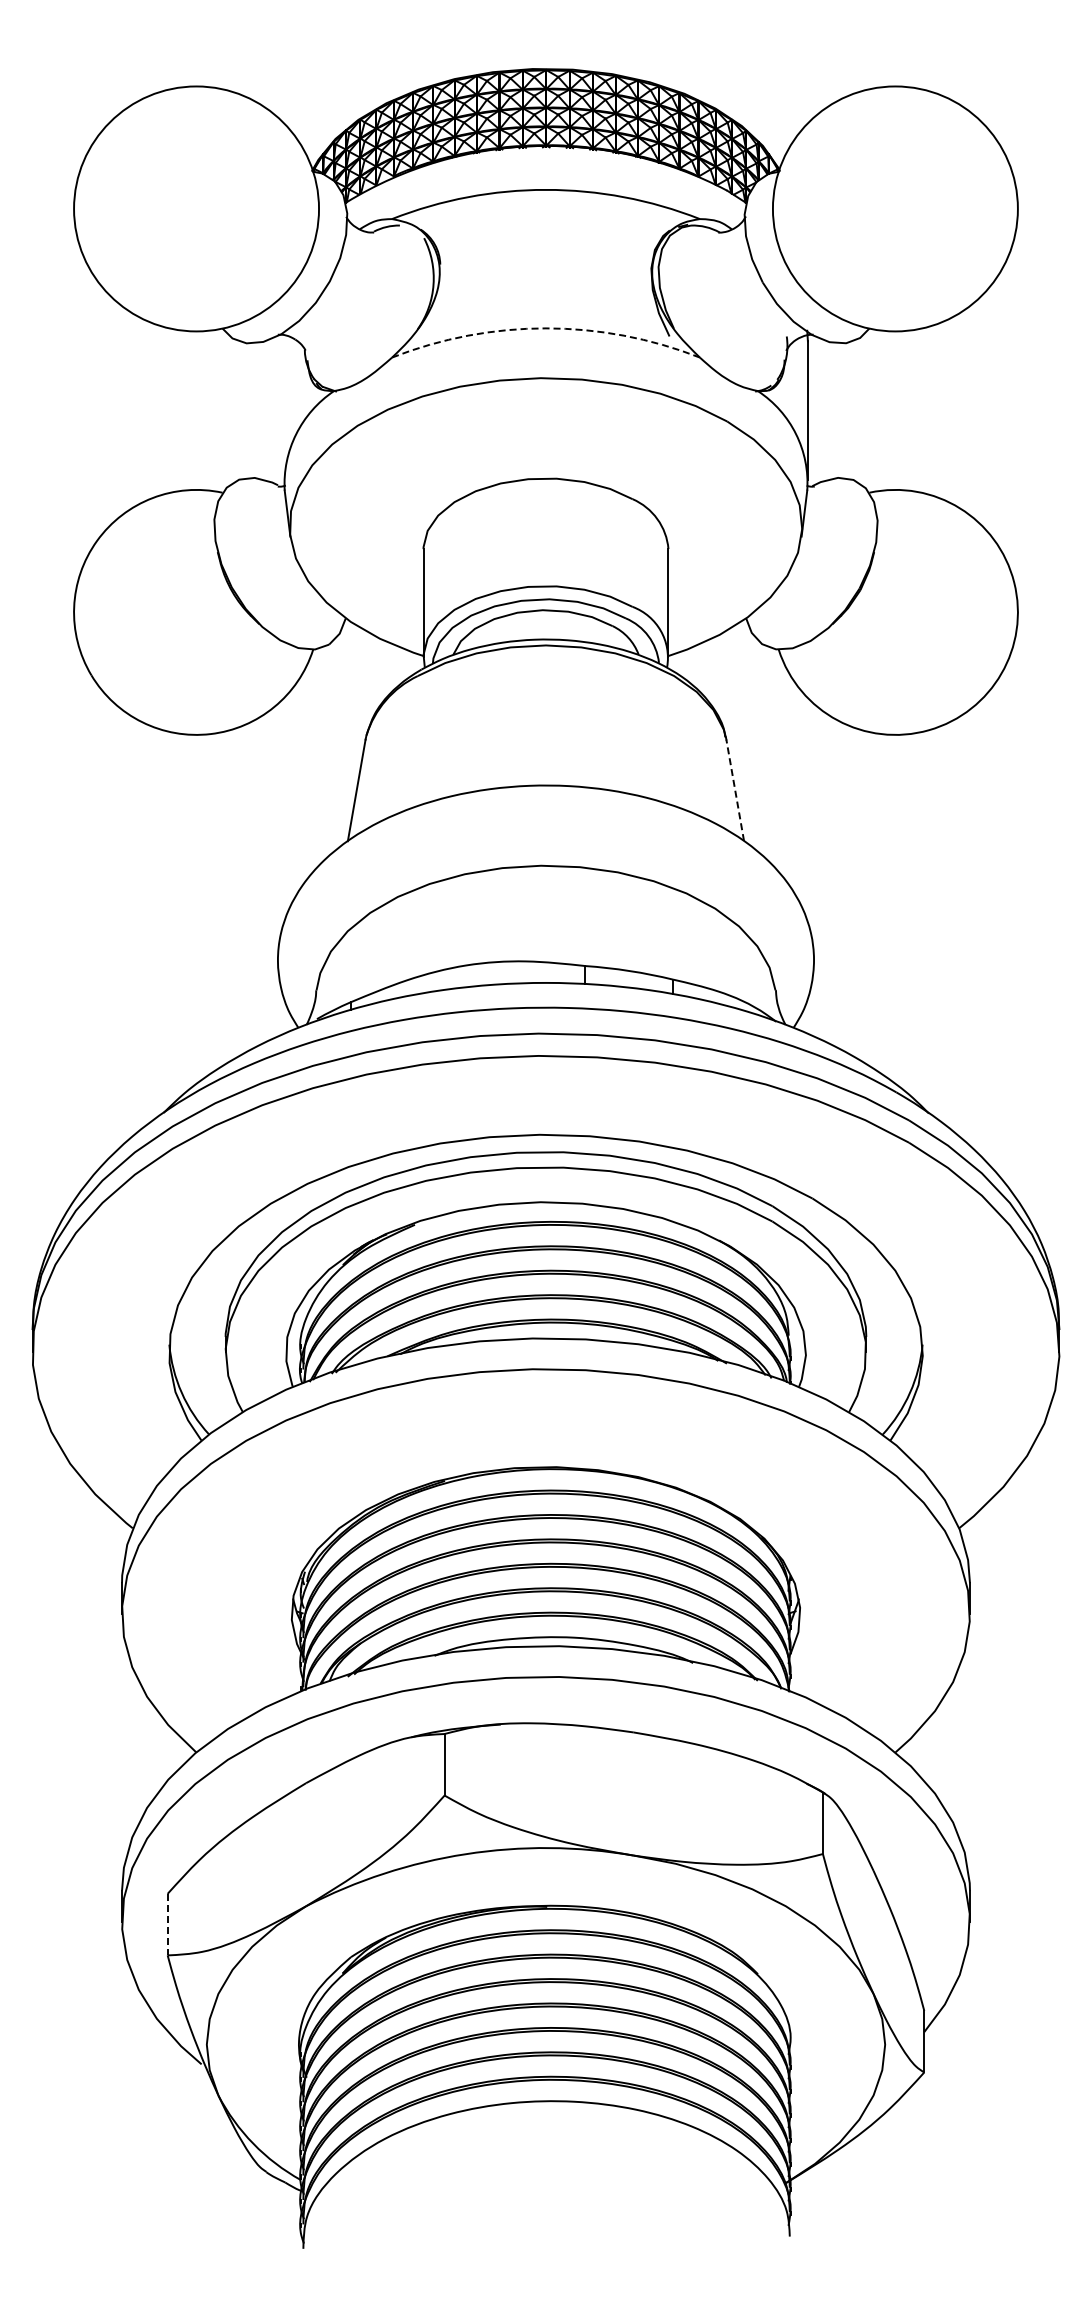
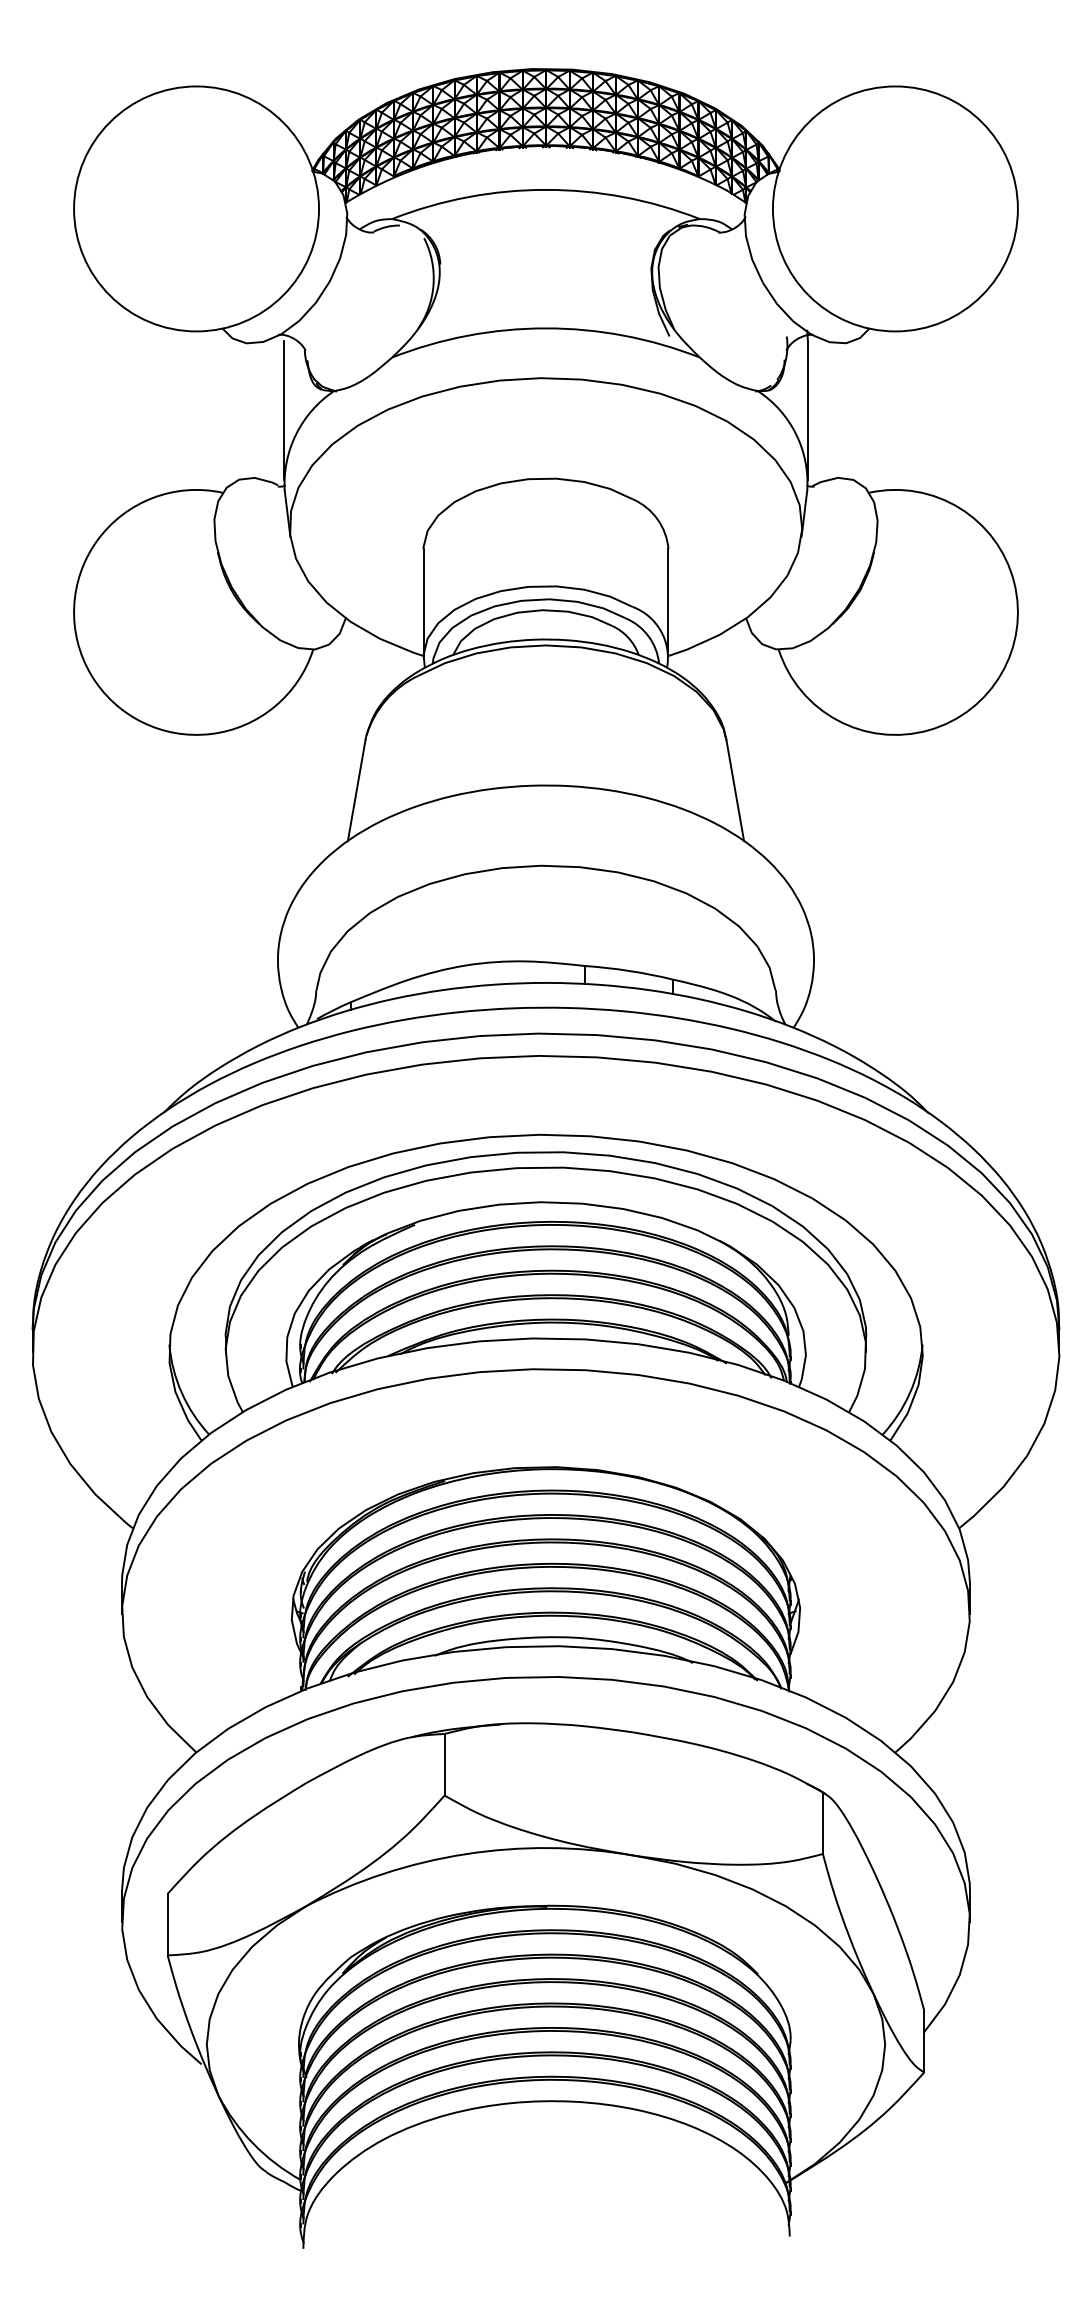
arc at (546, 328): dashed -> solid
line at (284, 410): none -> present
line at (735, 789): dashed -> solid
line at (167, 1924): dashed -> solid
